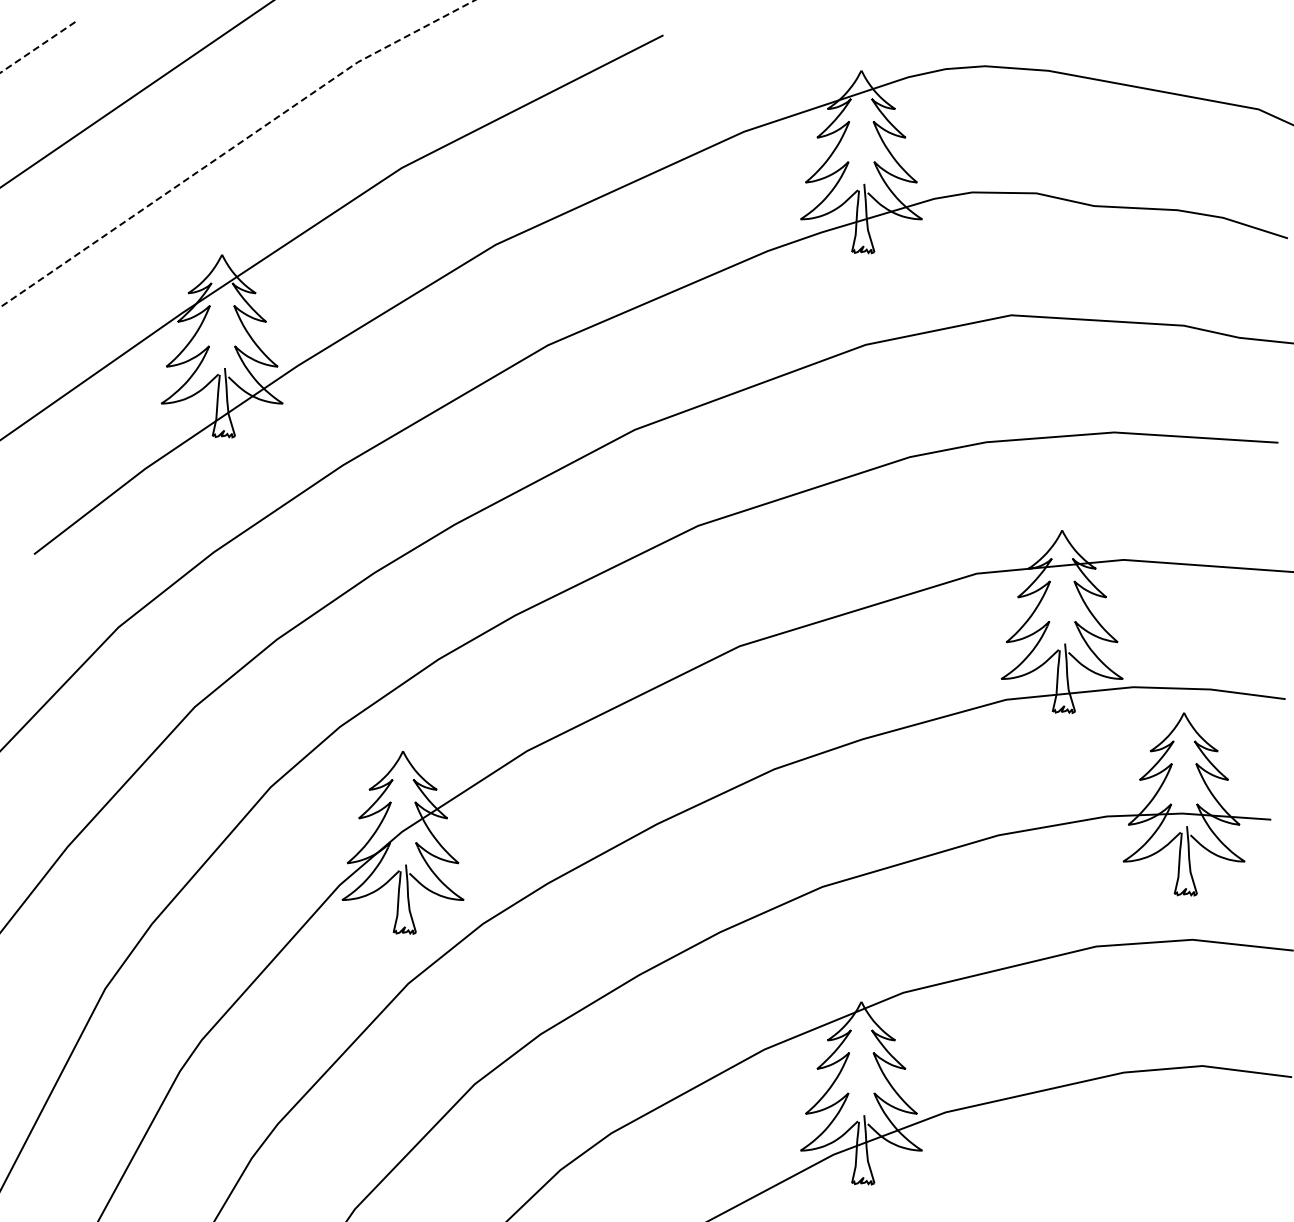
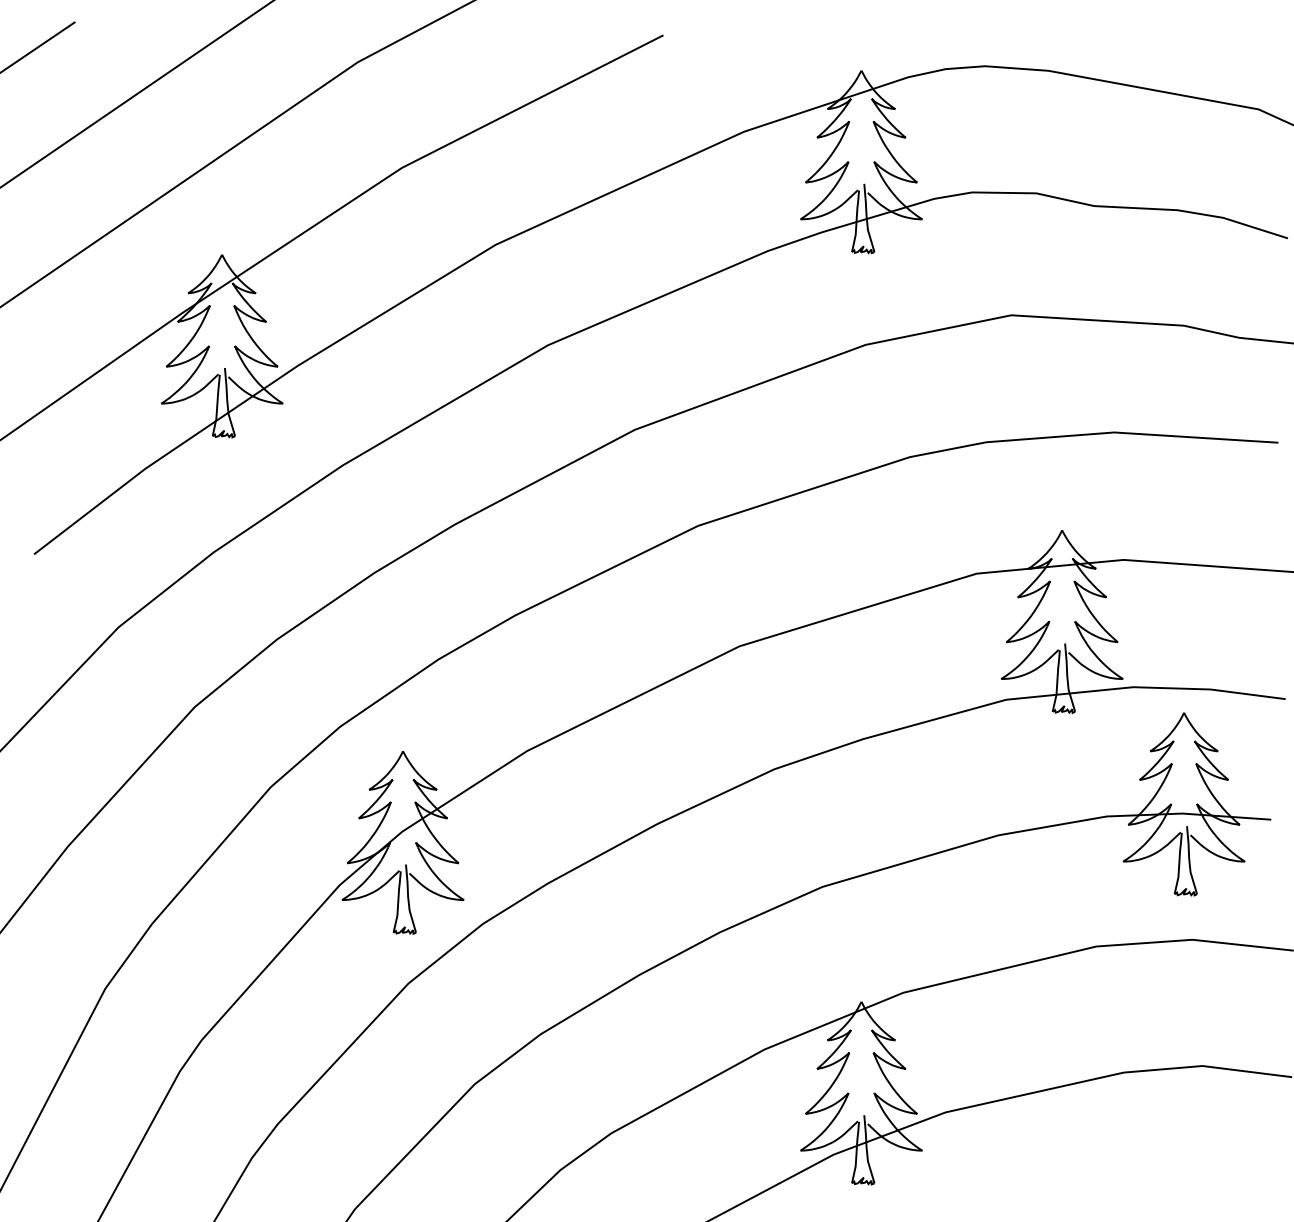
line at (37, 47): dashed -> solid
line at (234, 146): dashed -> solid
